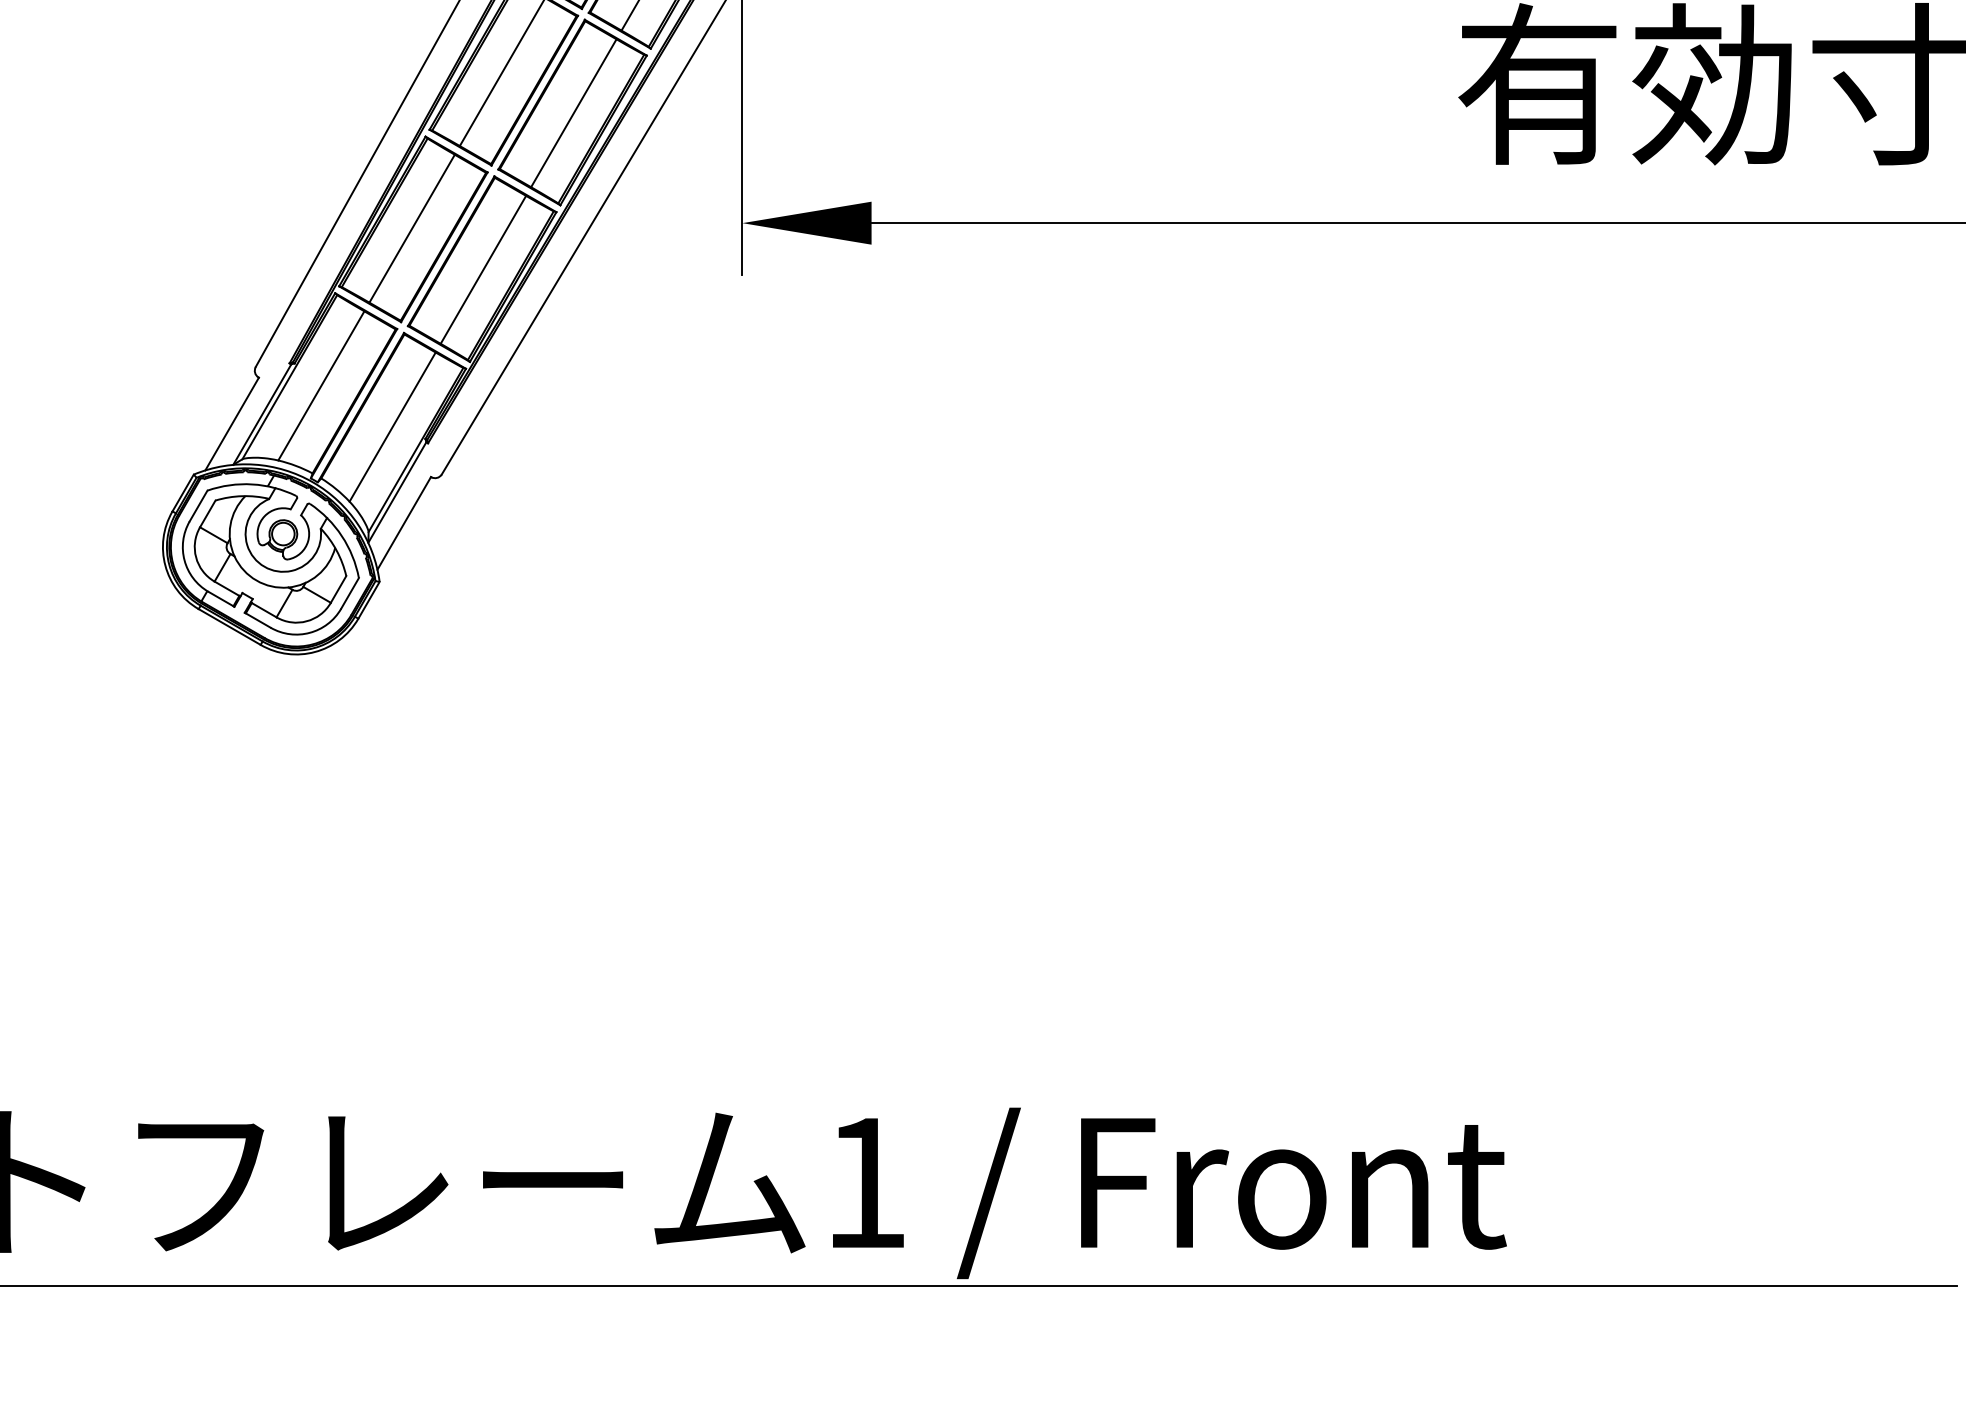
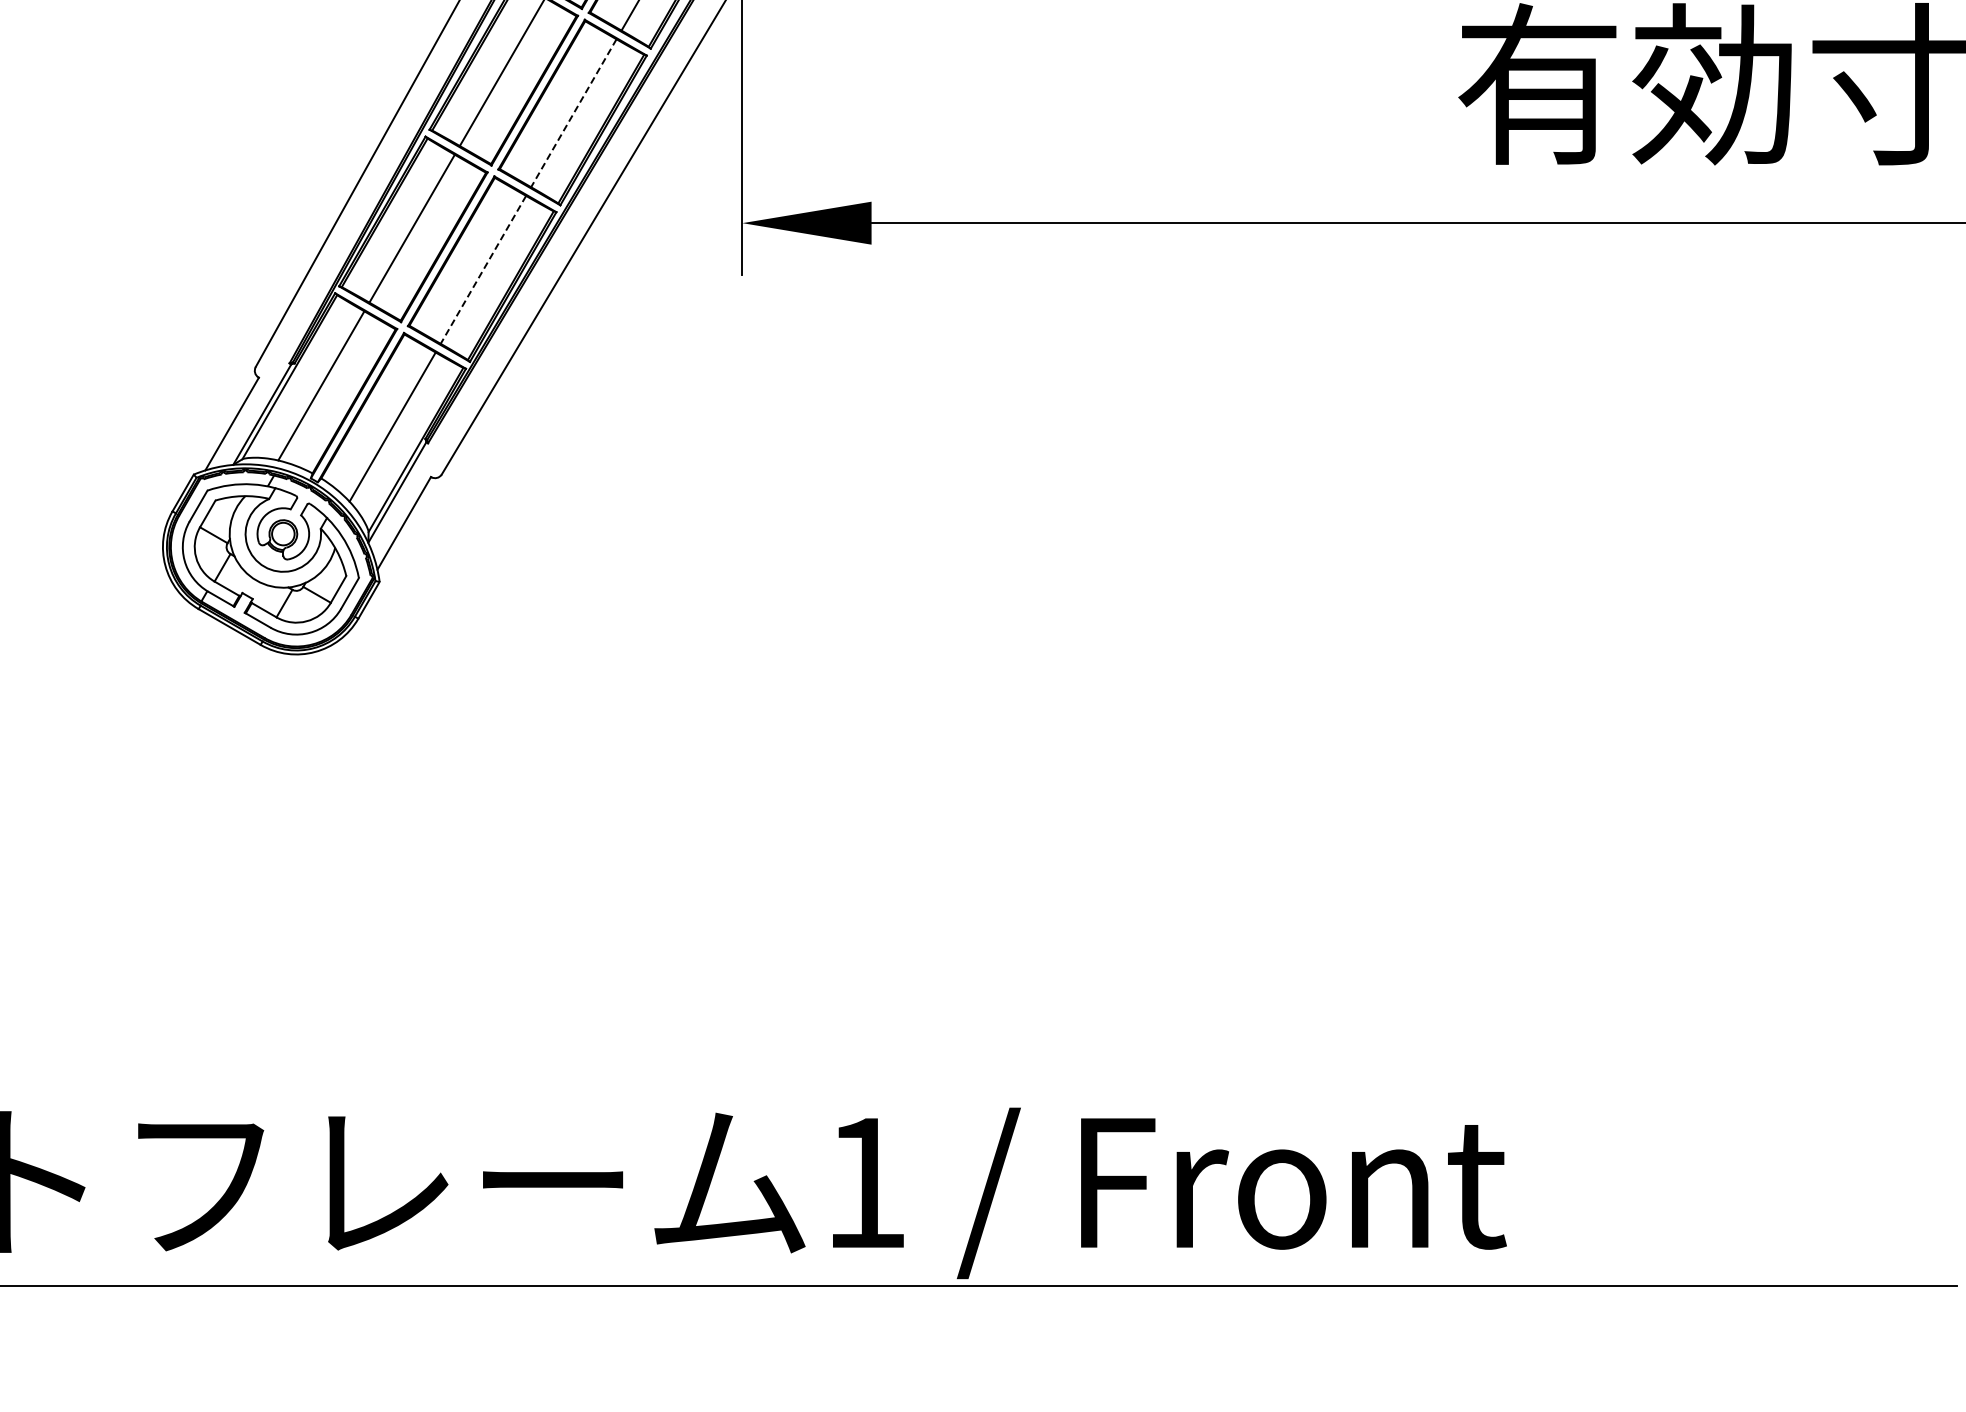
line at (573, 113): solid -> dashed
line at (483, 270): solid -> dashed
